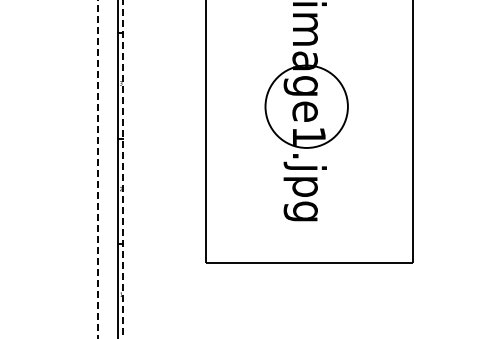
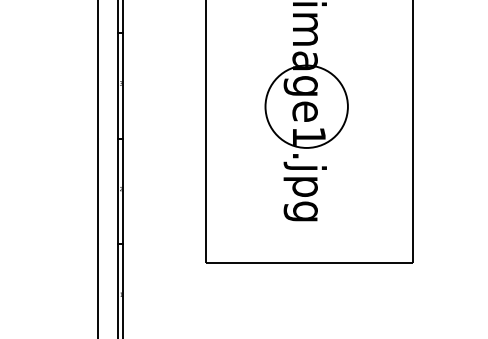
line at (98, 170): dashed -> solid
line at (123, 170): dashed -> solid
